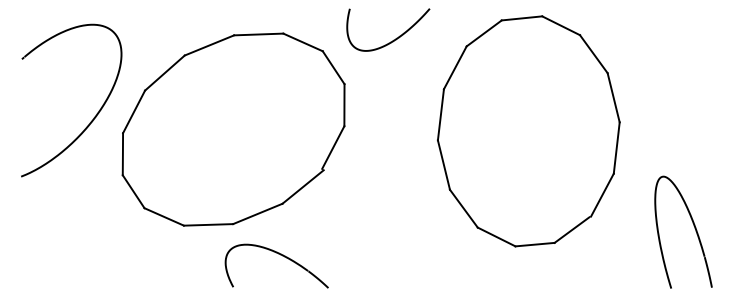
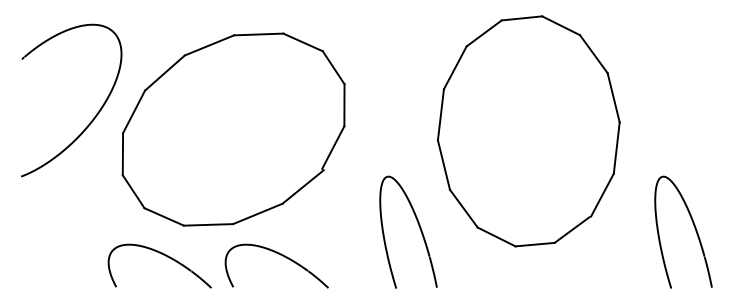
curve at (393, 39): present -> none
part at (419, 228): none -> present
part at (163, 255): none -> present
